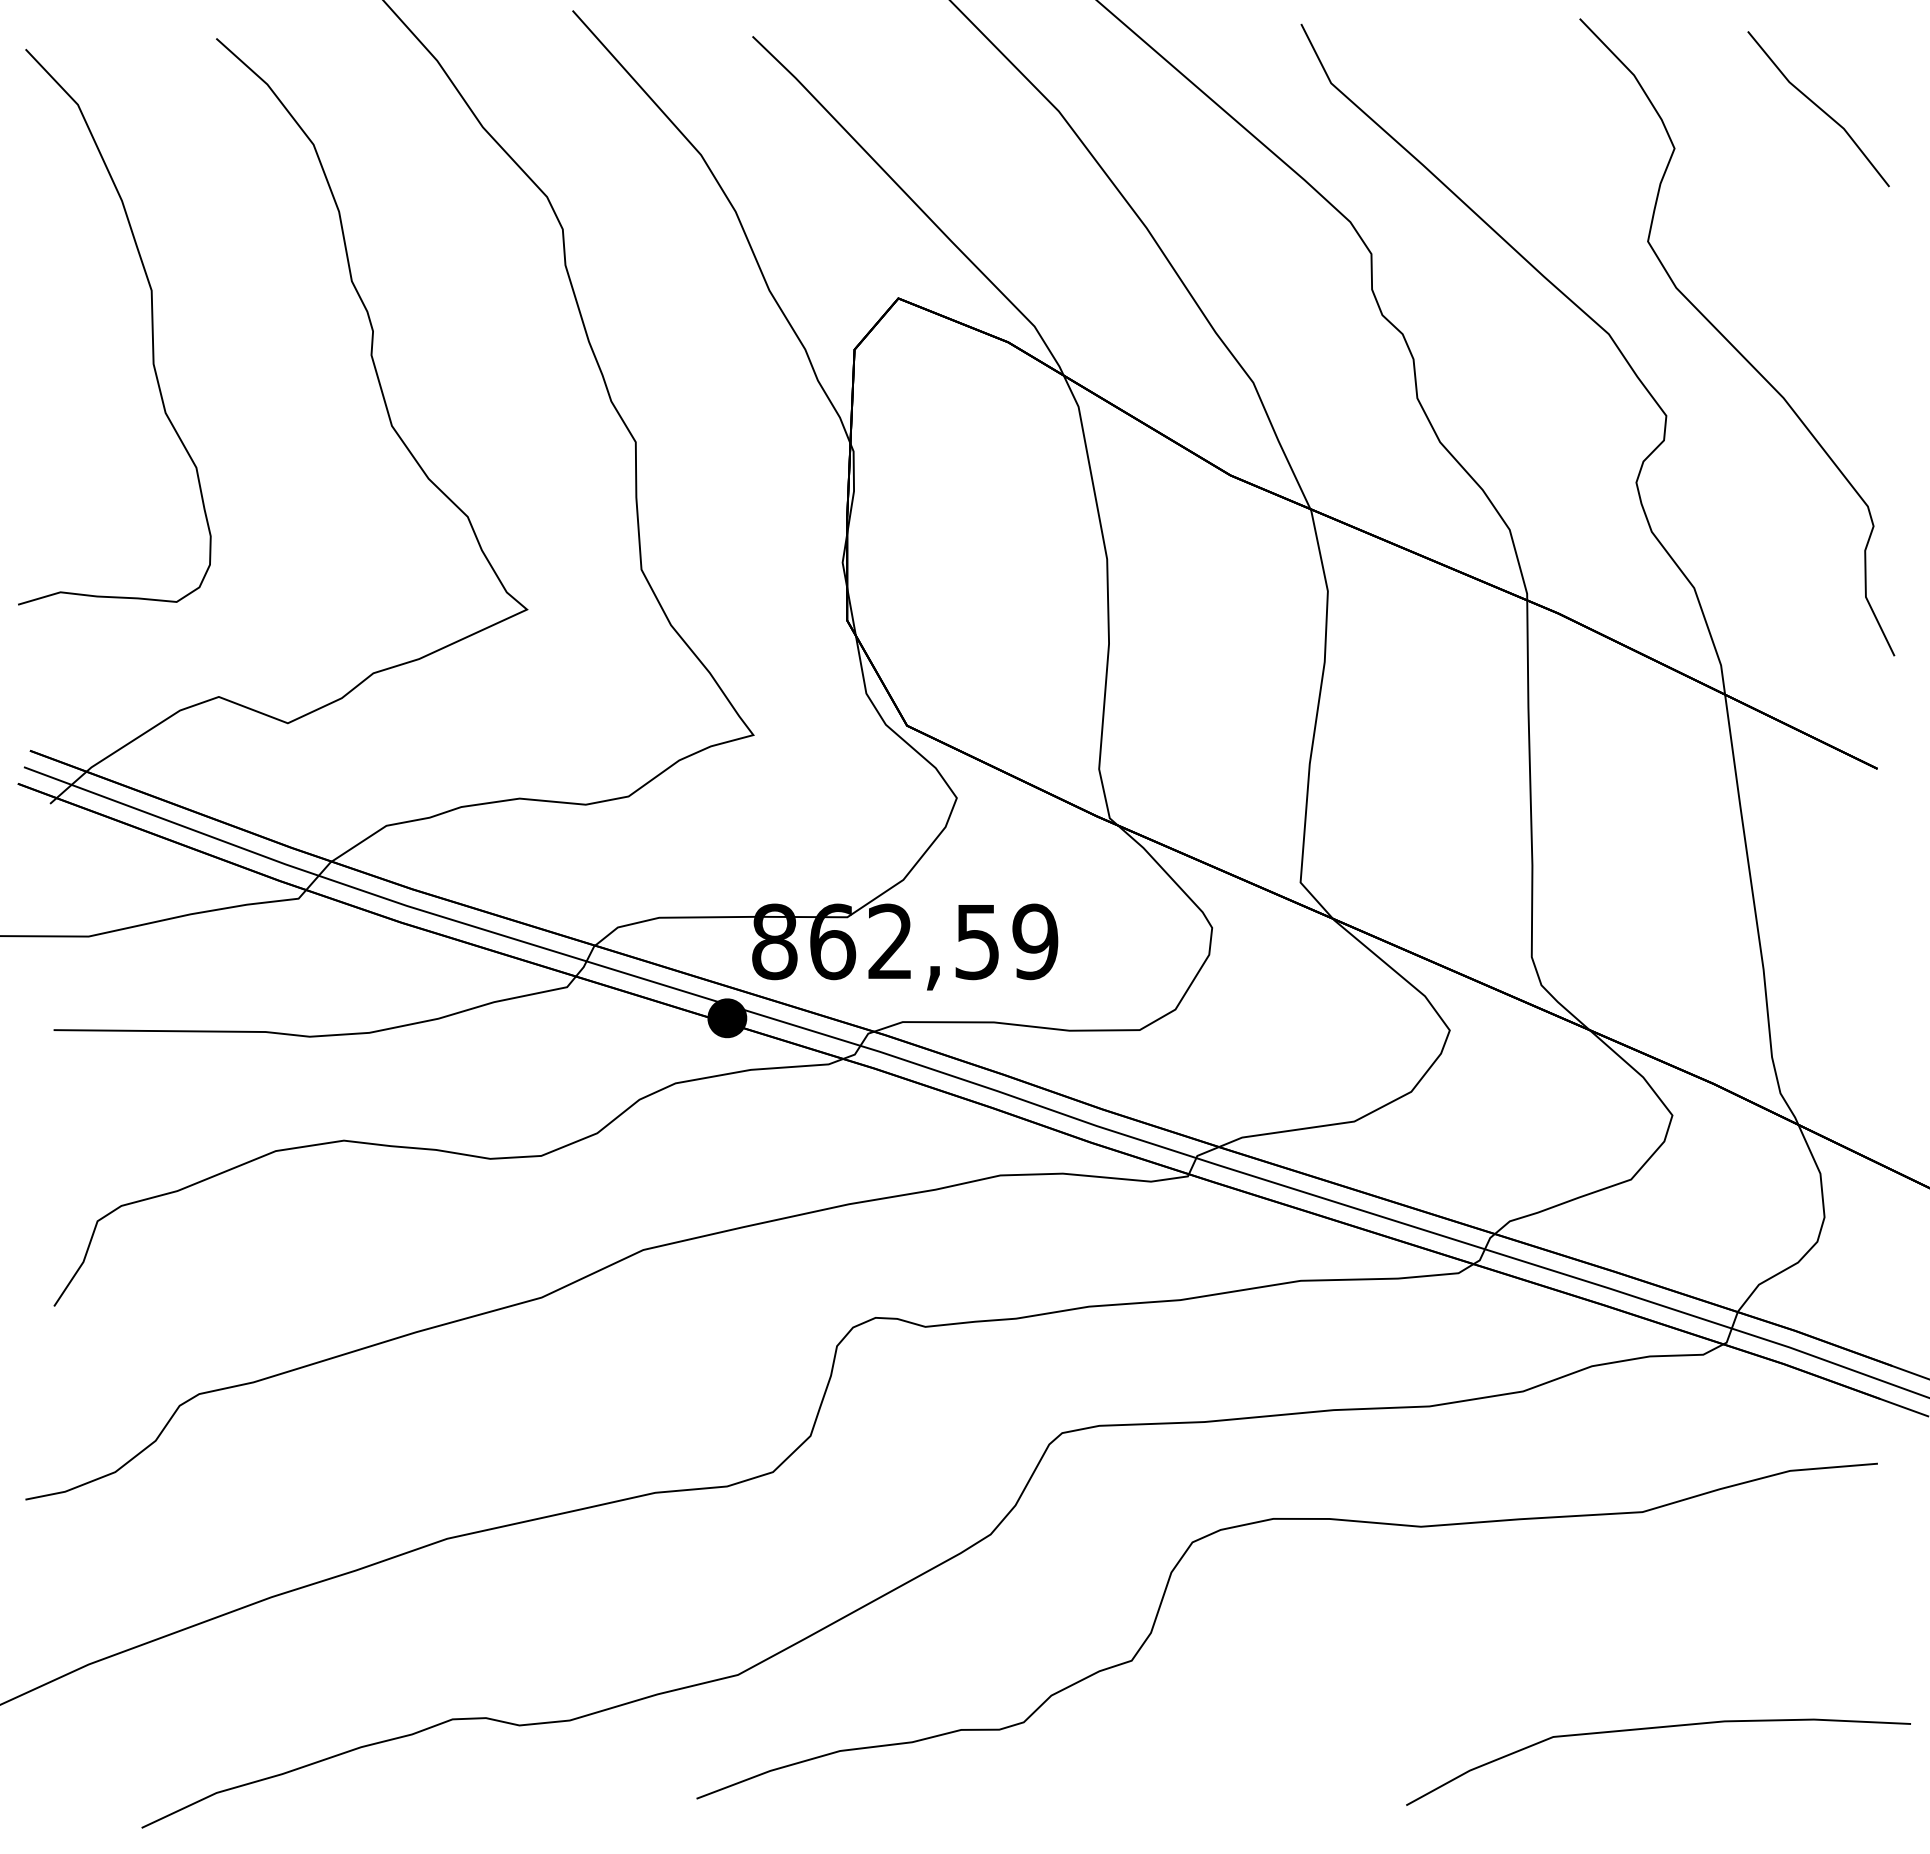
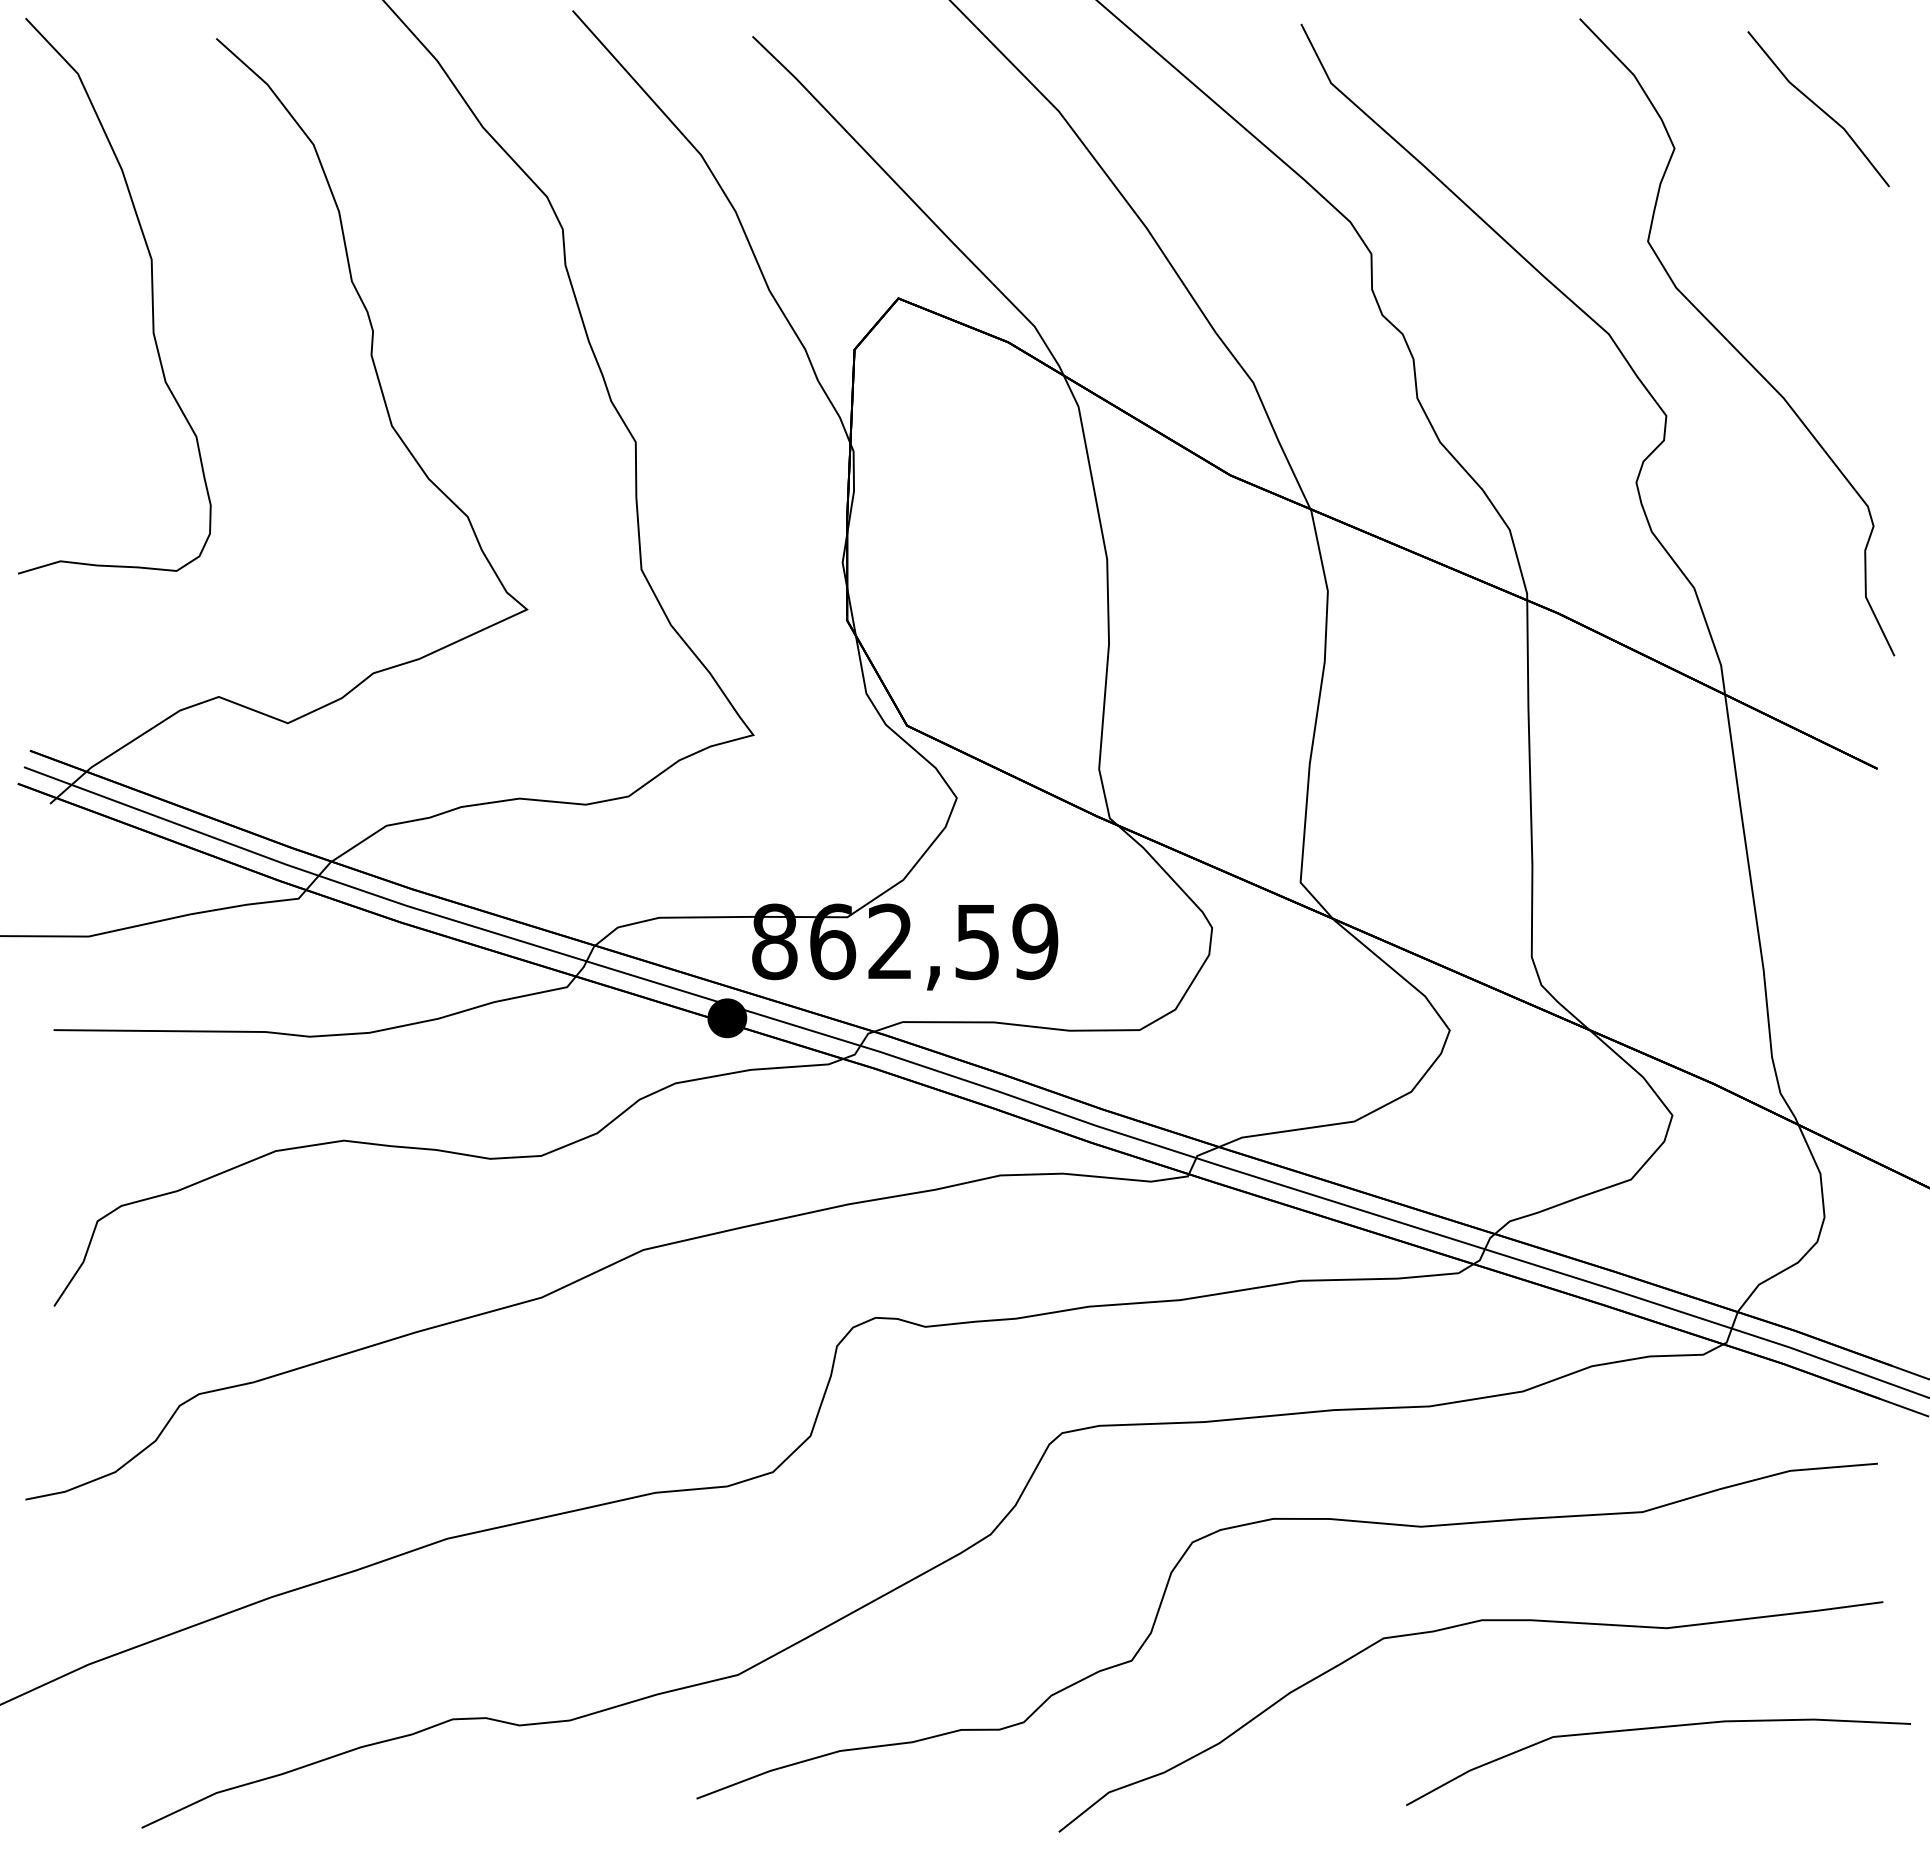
curve at (151, 327) position: (151, 327) -> (151, 296)
curve at (1447, 1629): none -> present
